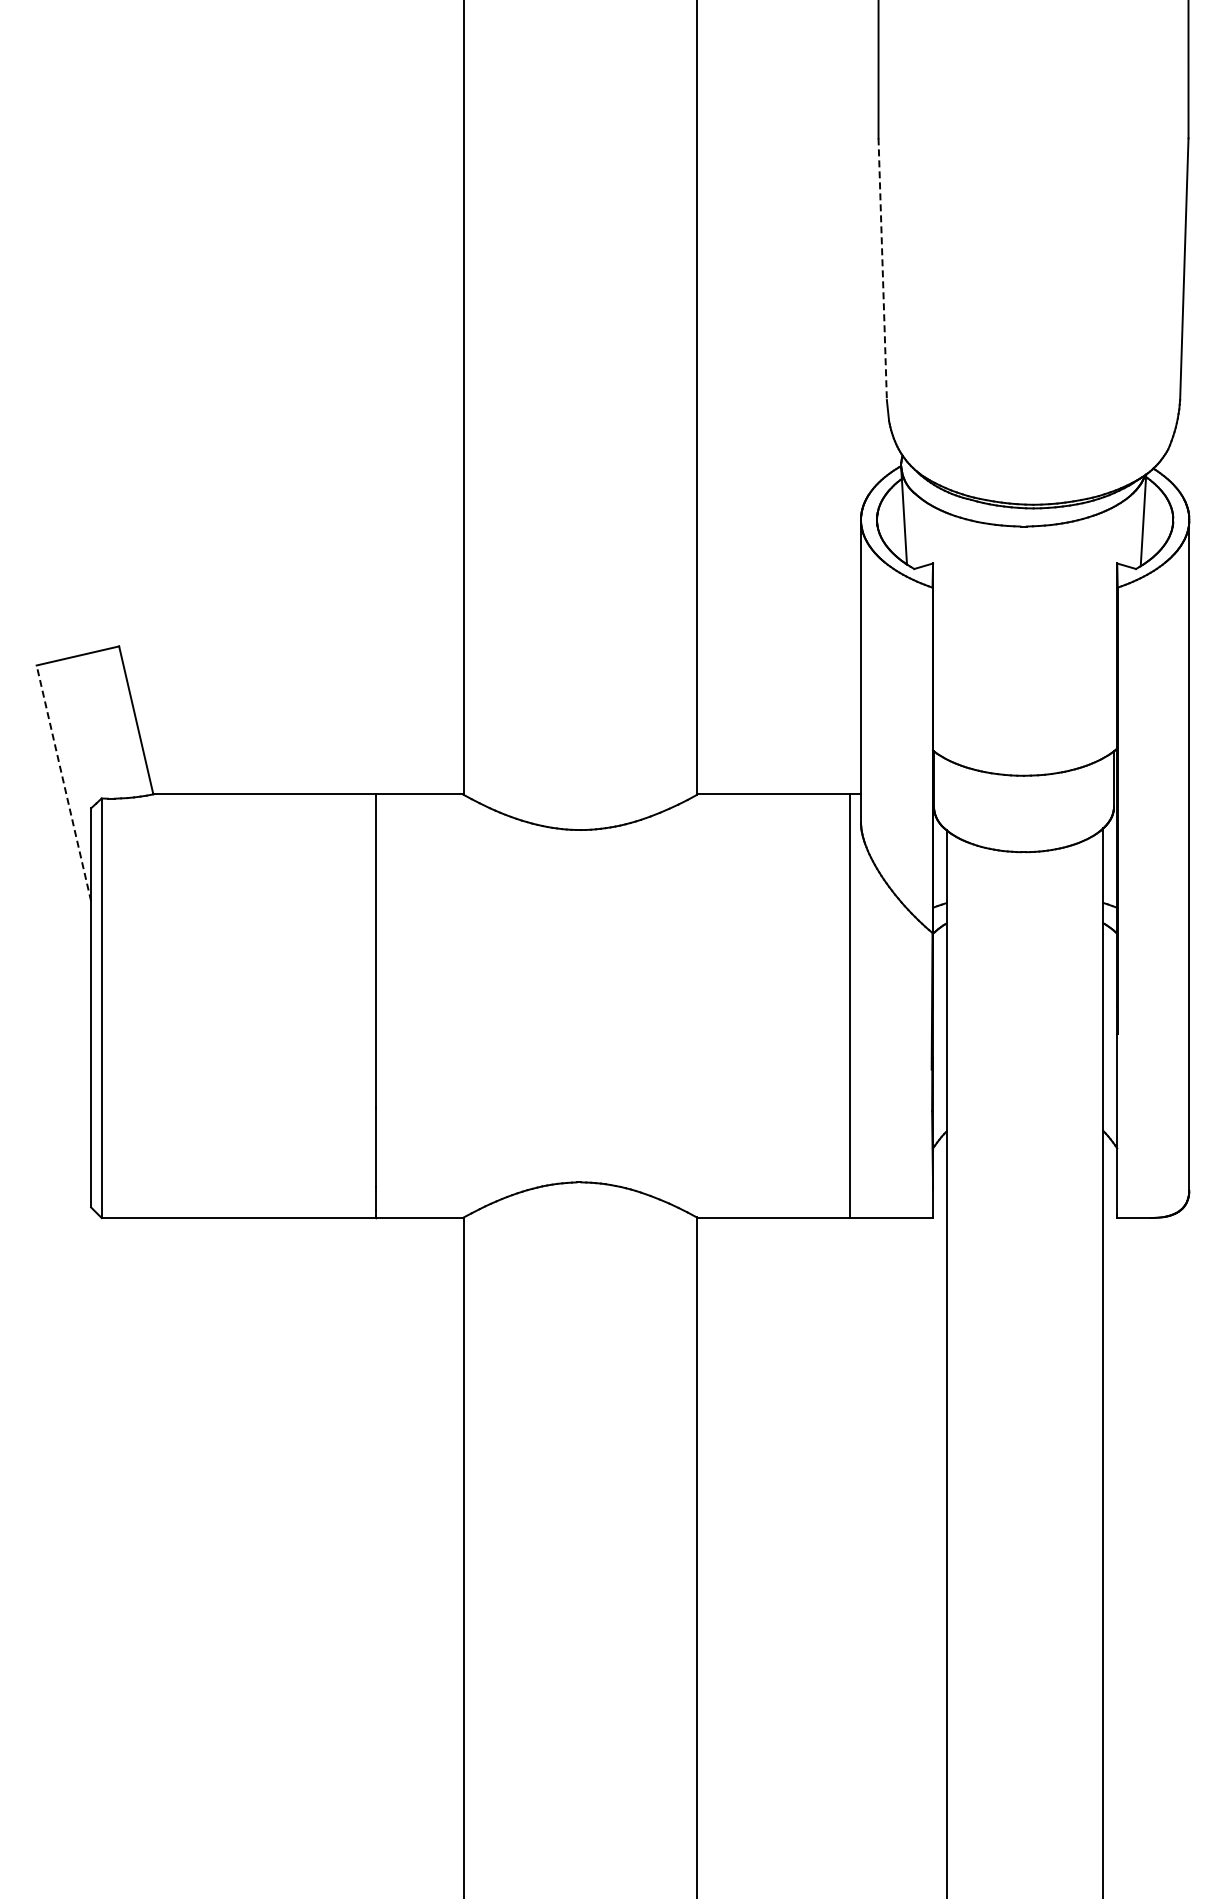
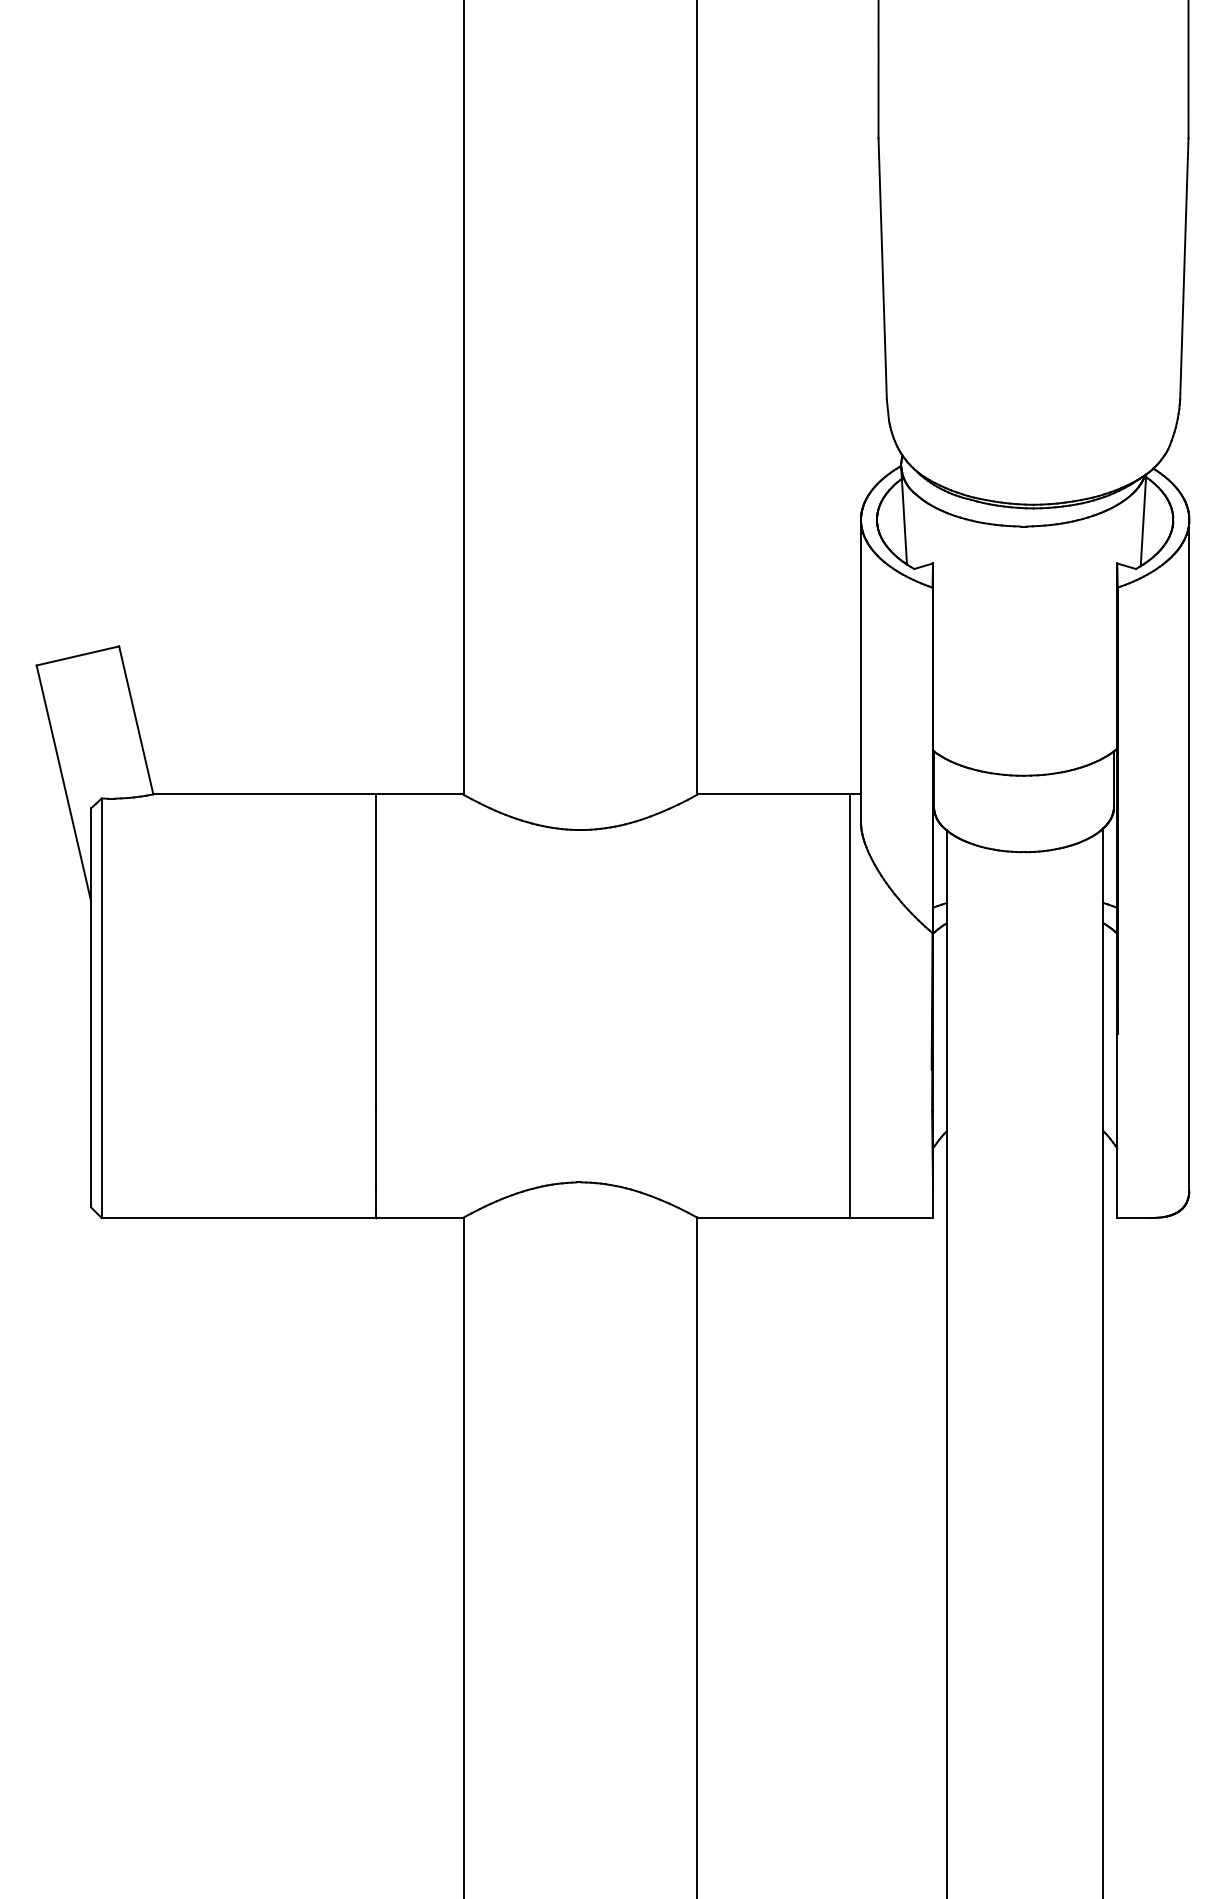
line at (882, 269): dashed -> solid
line at (63, 783): dashed -> solid
